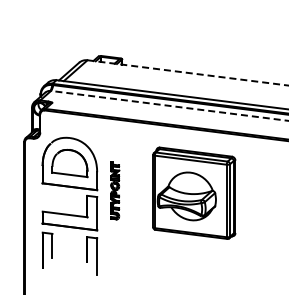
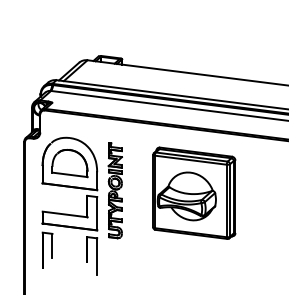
line at (188, 73): dashed -> solid
line at (169, 105): dashed -> solid
part at (115, 190) size: 11x60 px -> 16x98 px
